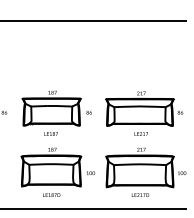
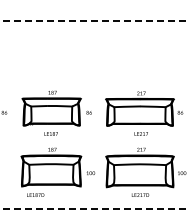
line at (93, 20): solid -> dashed
text at (51, 194) position: (51, 194) -> (35, 194)
line at (93, 208): solid -> dashed
